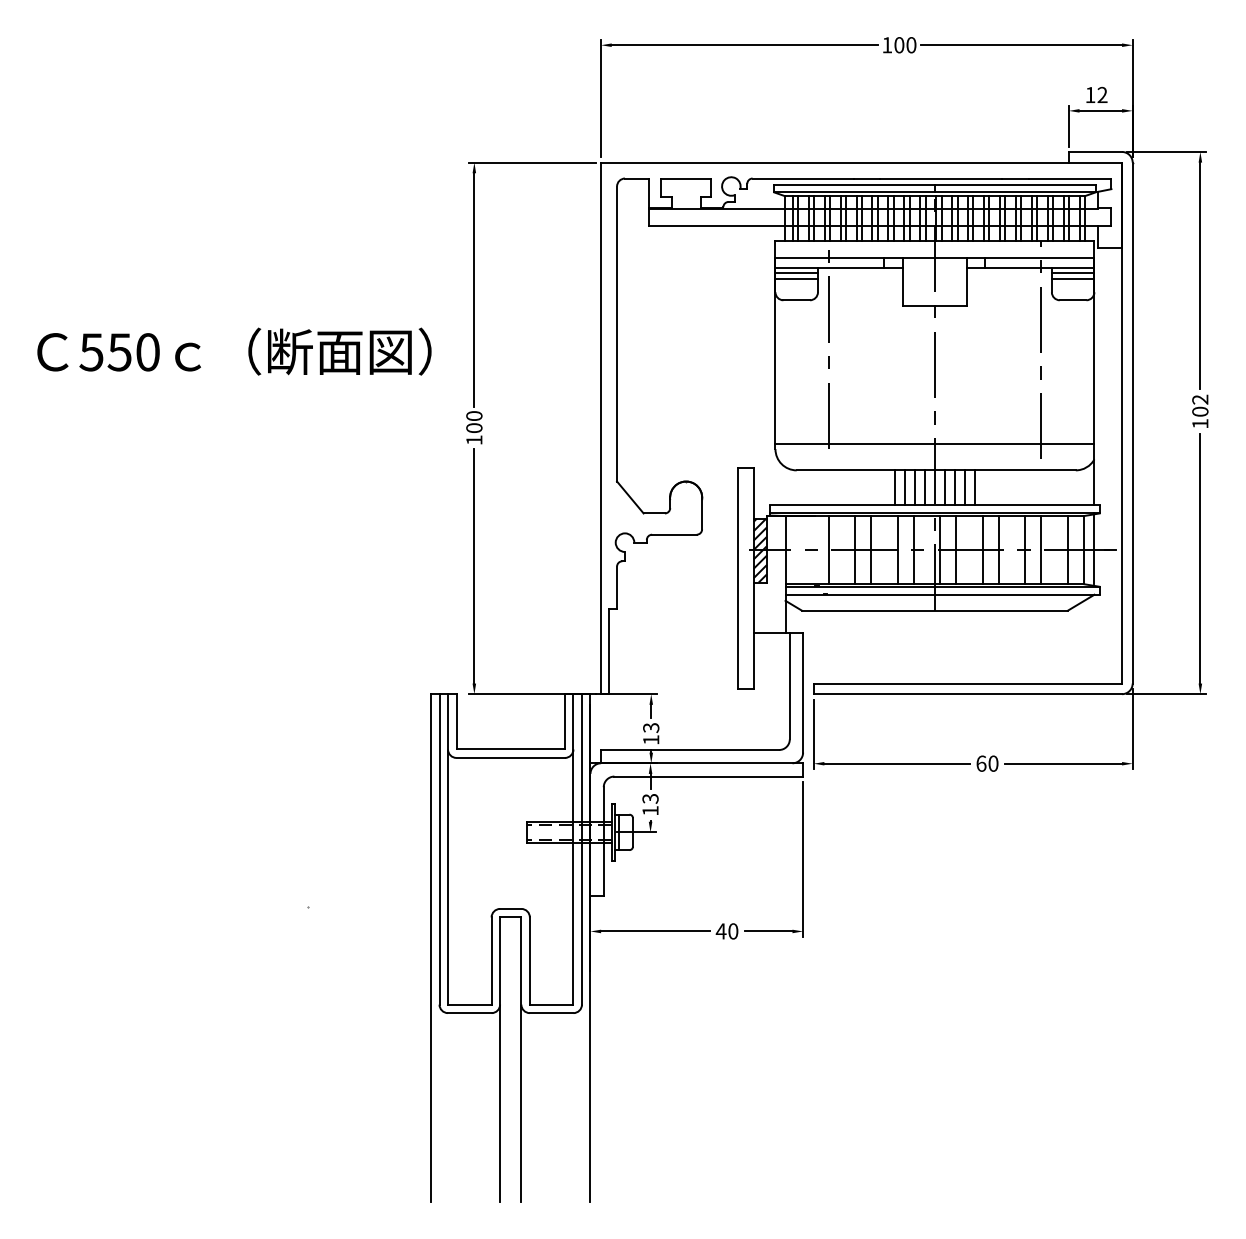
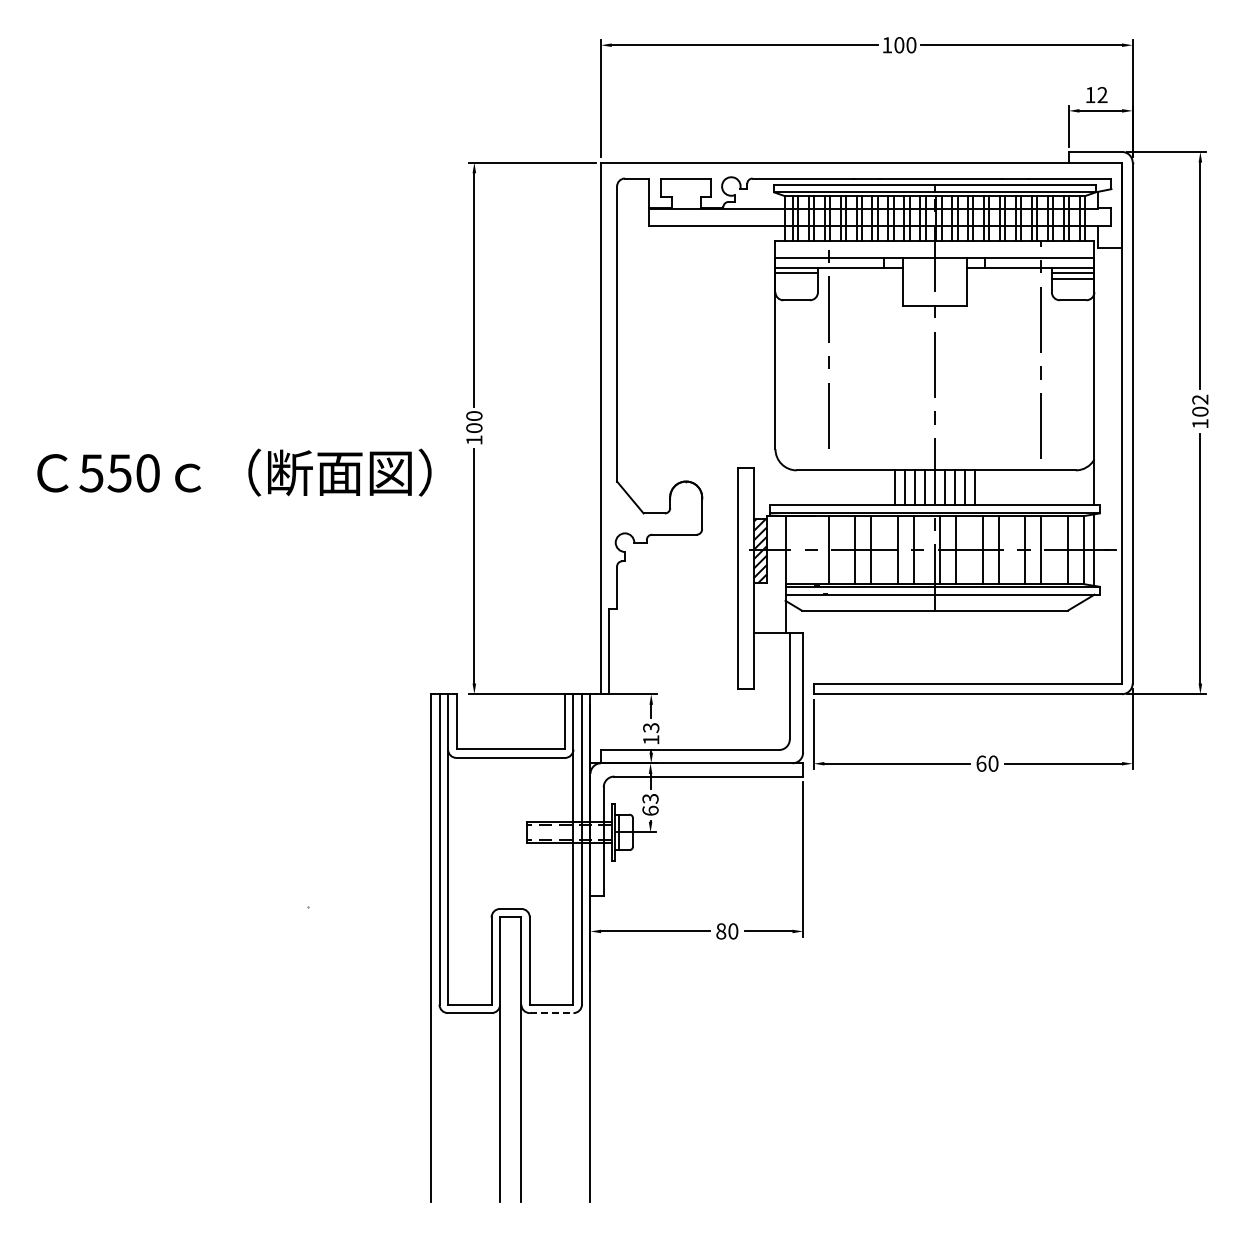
line at (796, 279): present -> none
text at (234, 351) position: (234, 351) -> (234, 472)
line at (934, 443): present -> none
text at (650, 810): 13 -> 63
text at (720, 931): 40 -> 80
line at (551, 1013): solid -> dashed
